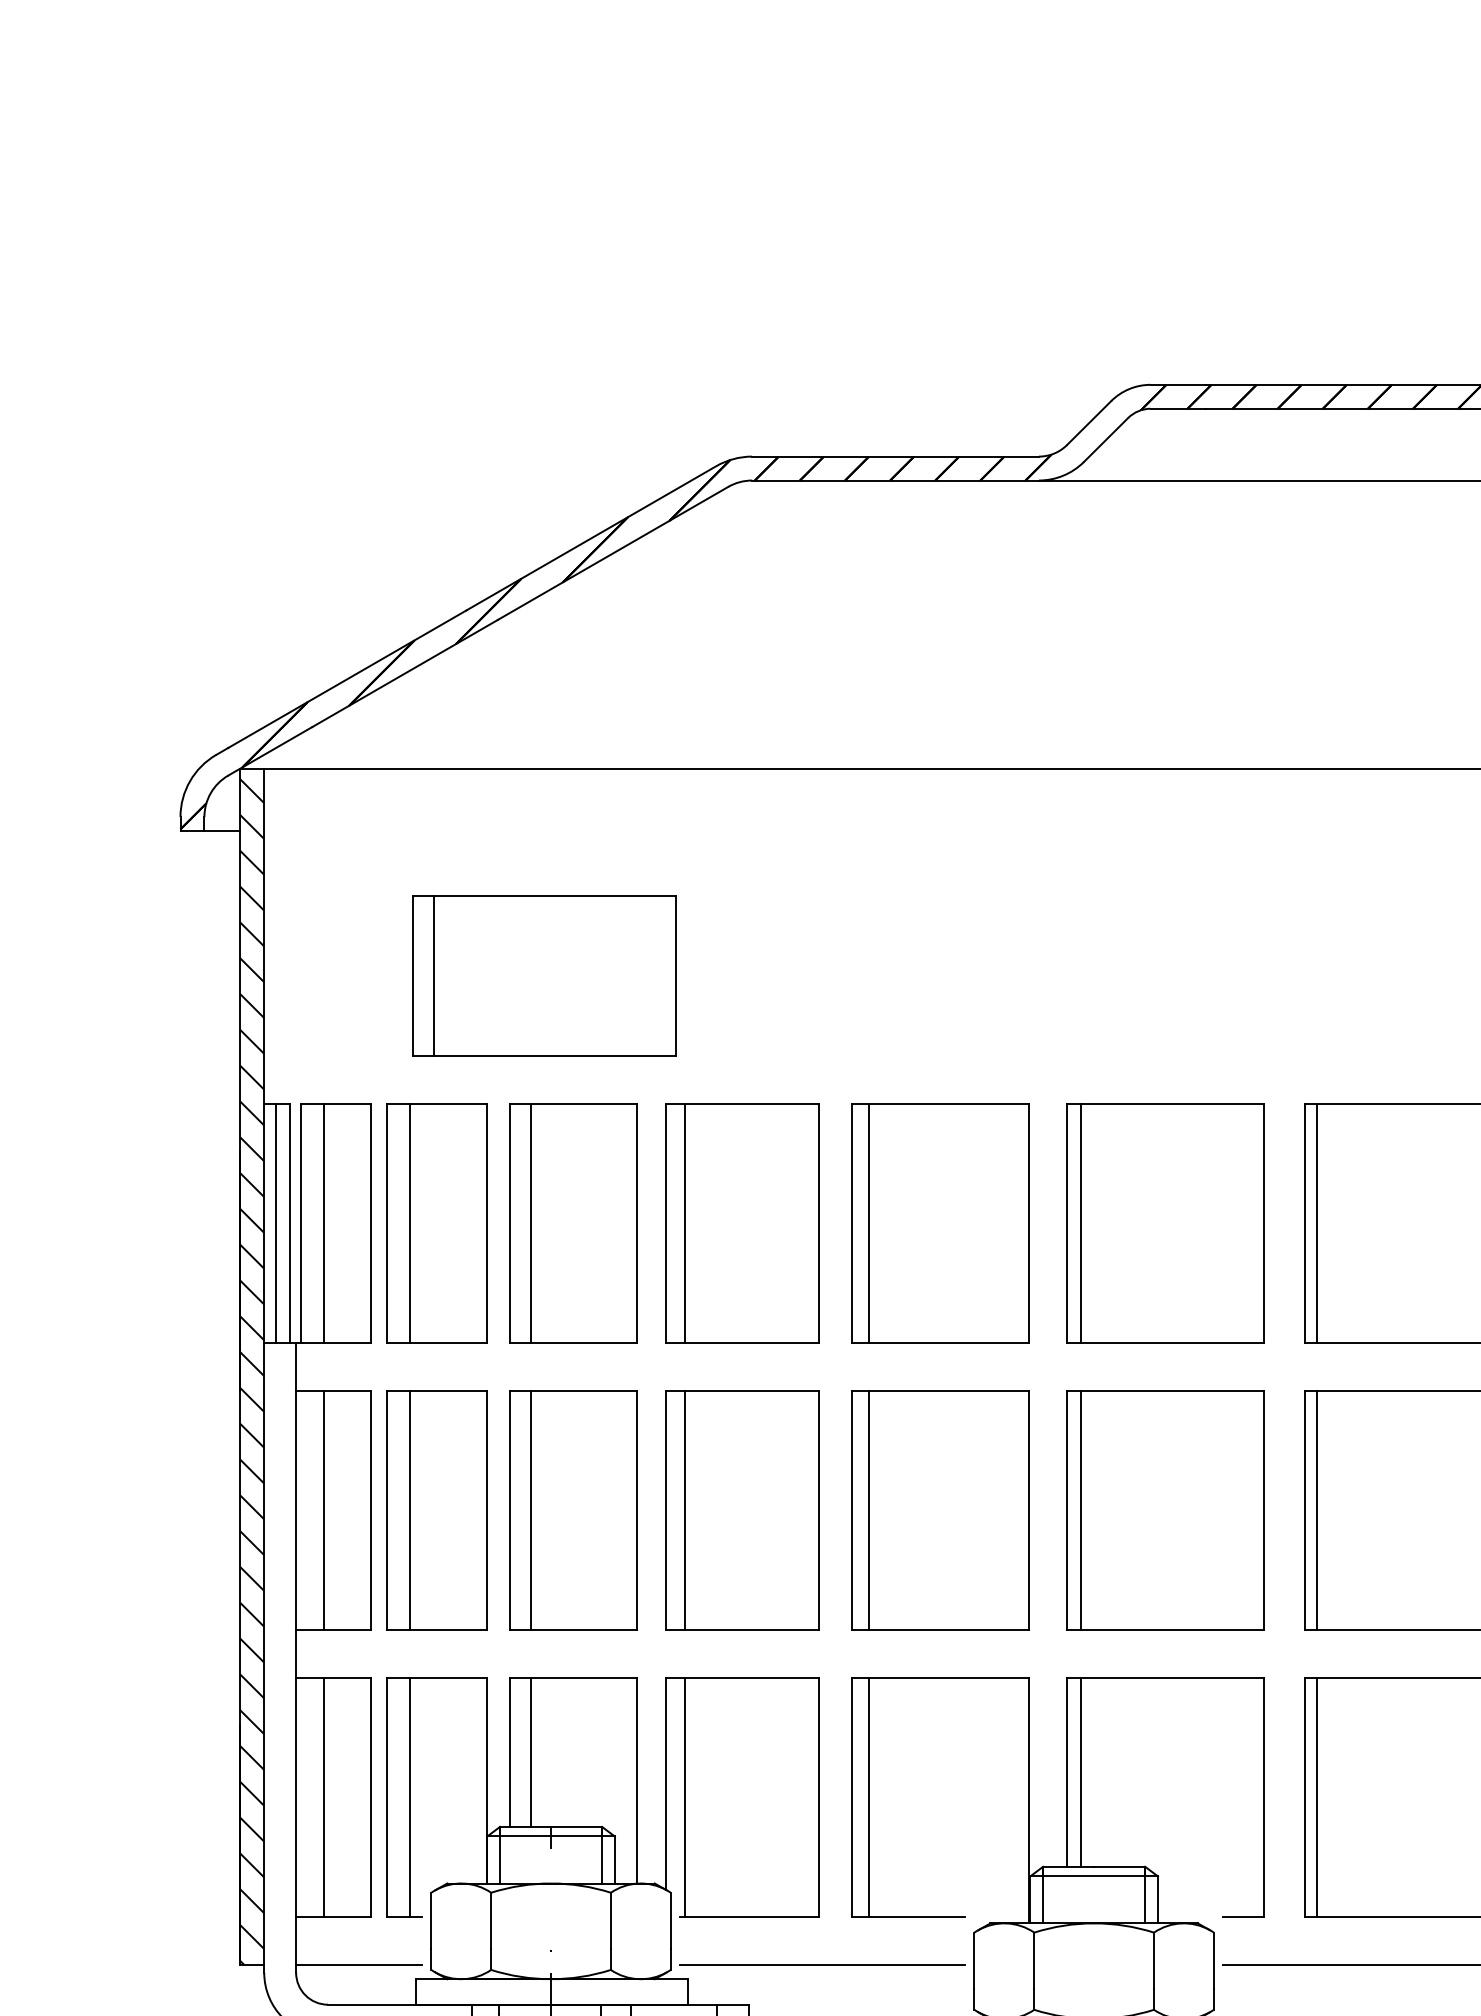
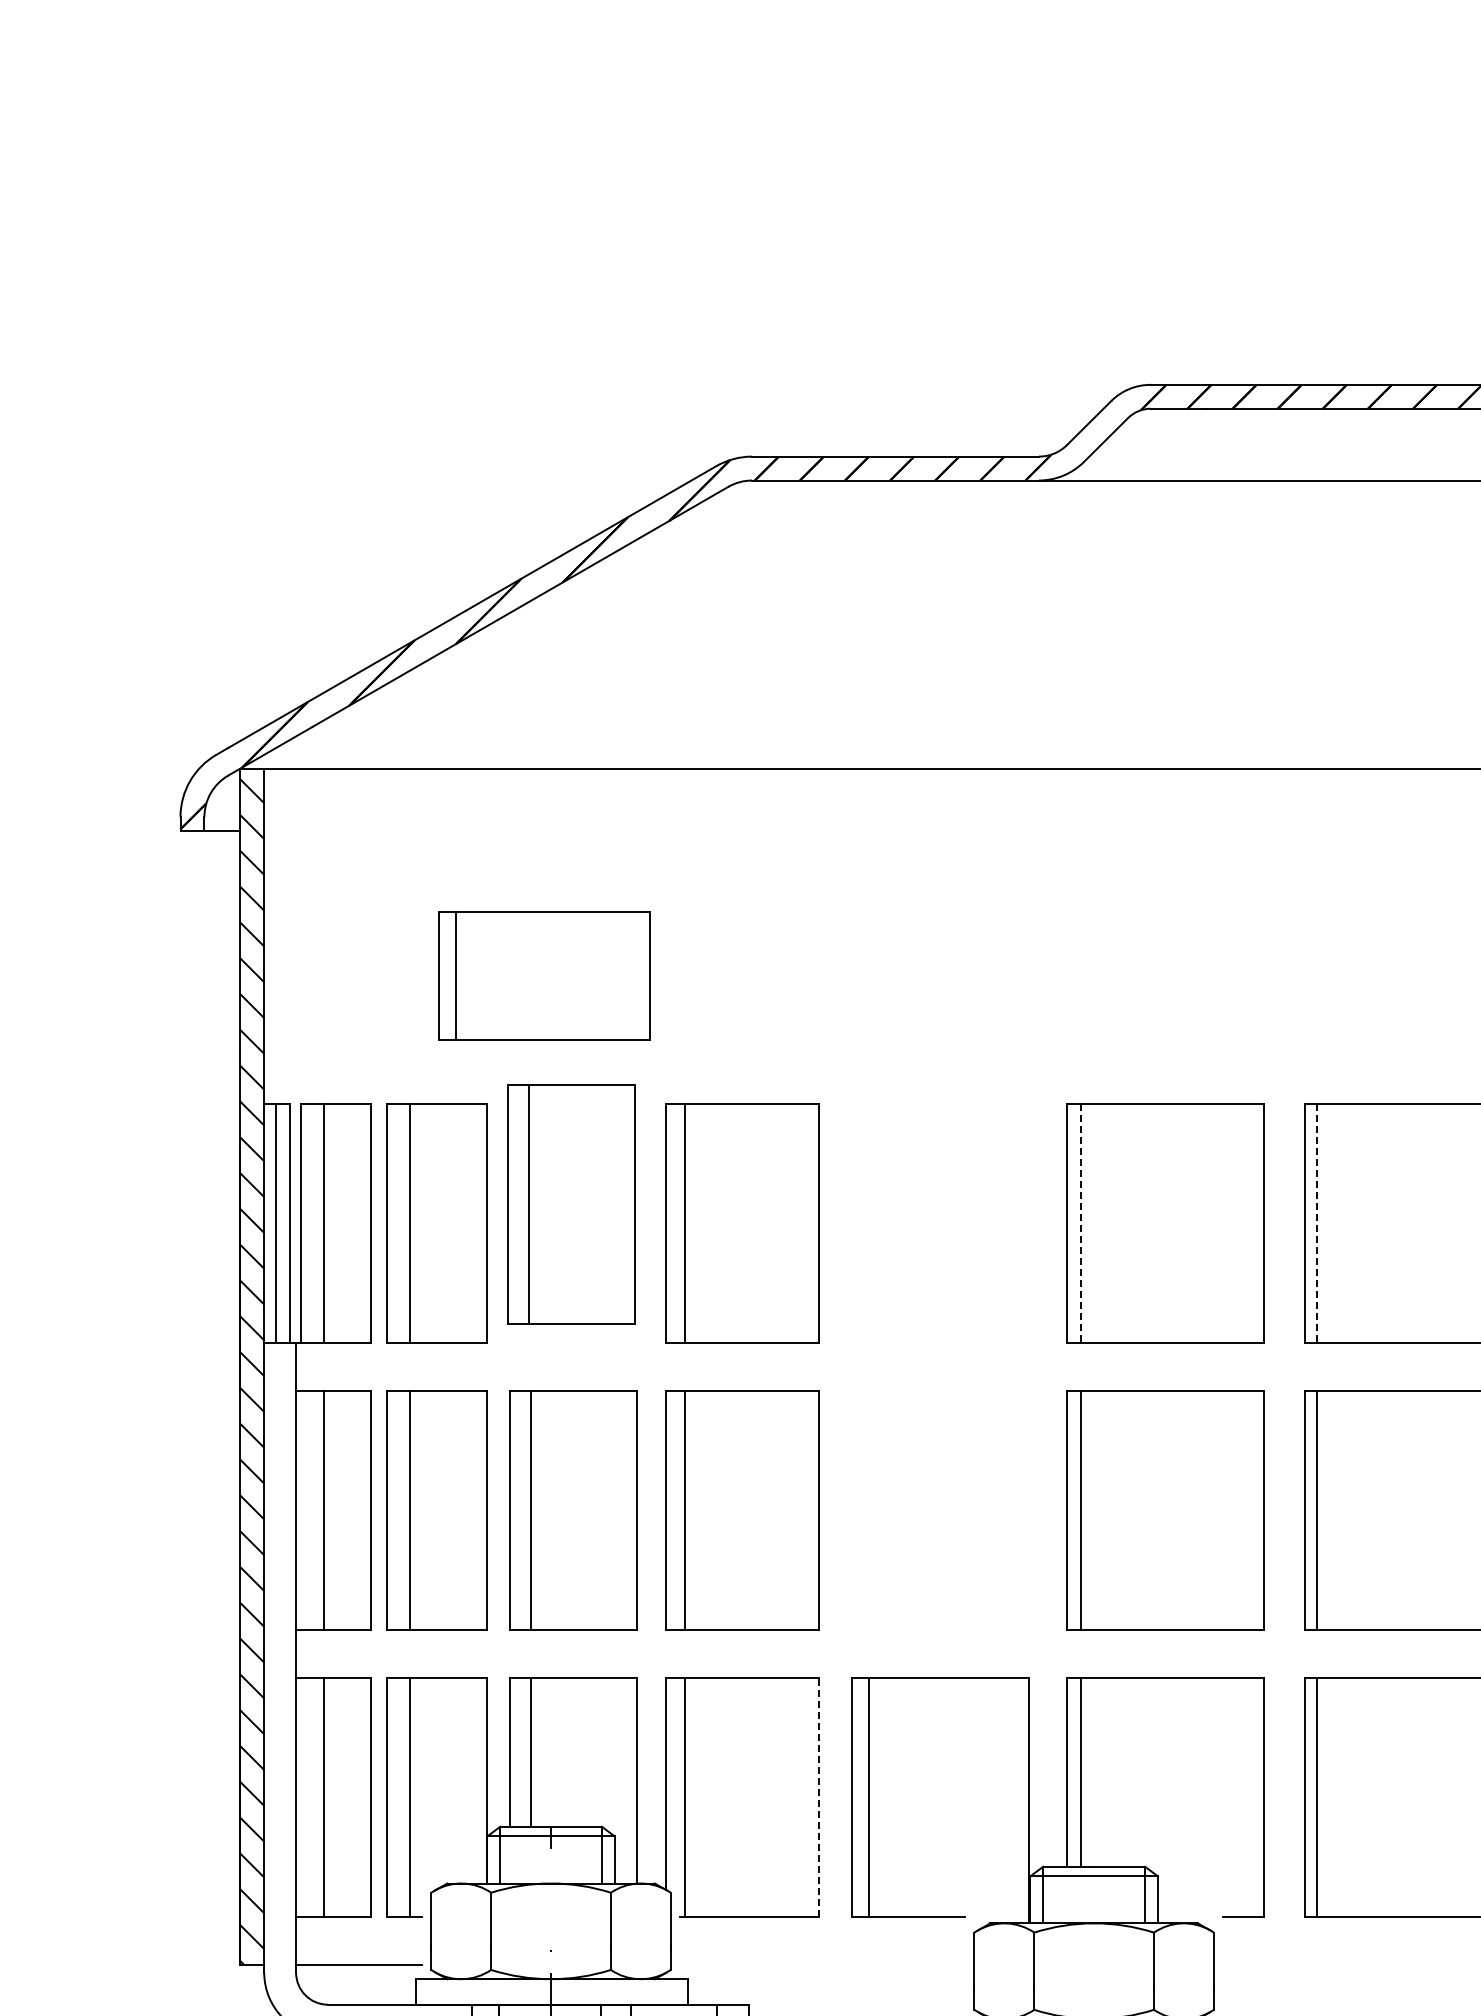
part at (544, 975) size: 265x162 px -> 213x130 px
part at (573, 1223) position: (573, 1223) -> (571, 1204)
part at (940, 1223): present -> none
line at (1081, 1223): solid -> dashed
line at (1316, 1223): solid -> dashed
part at (940, 1510): present -> none
line at (819, 1797): solid -> dashed
line at (822, 1964): present -> none
line at (1349, 1964): present -> none
